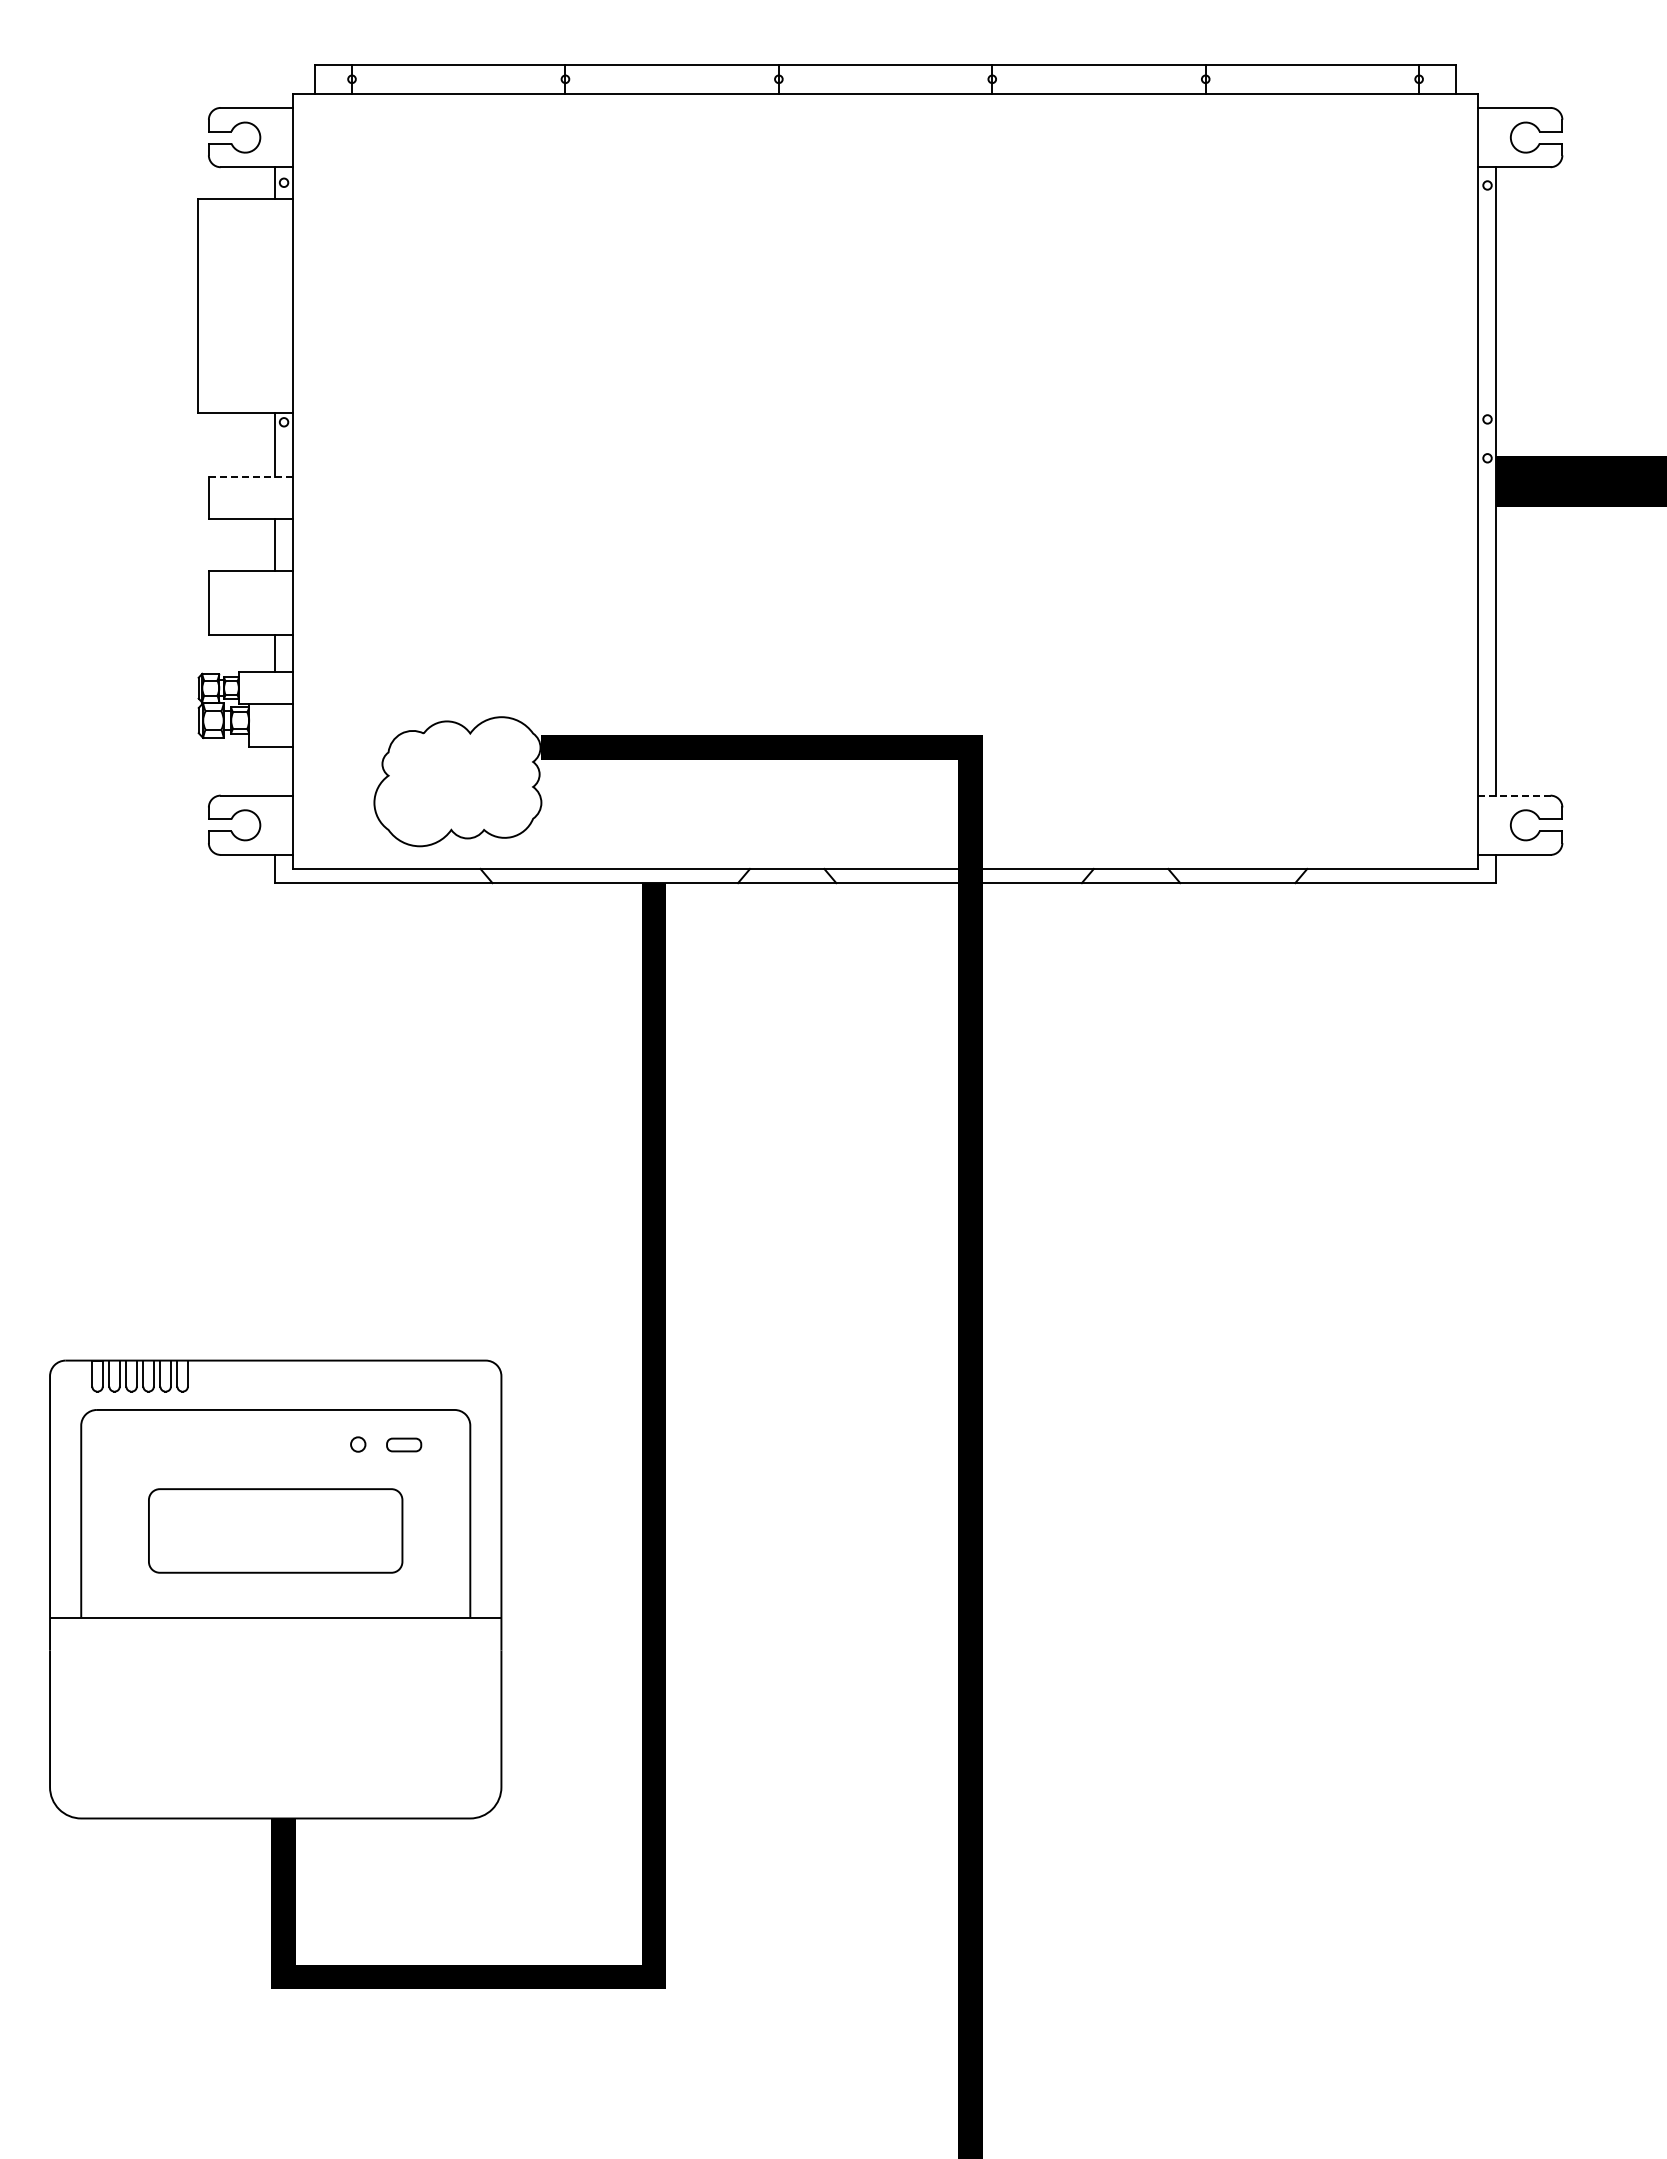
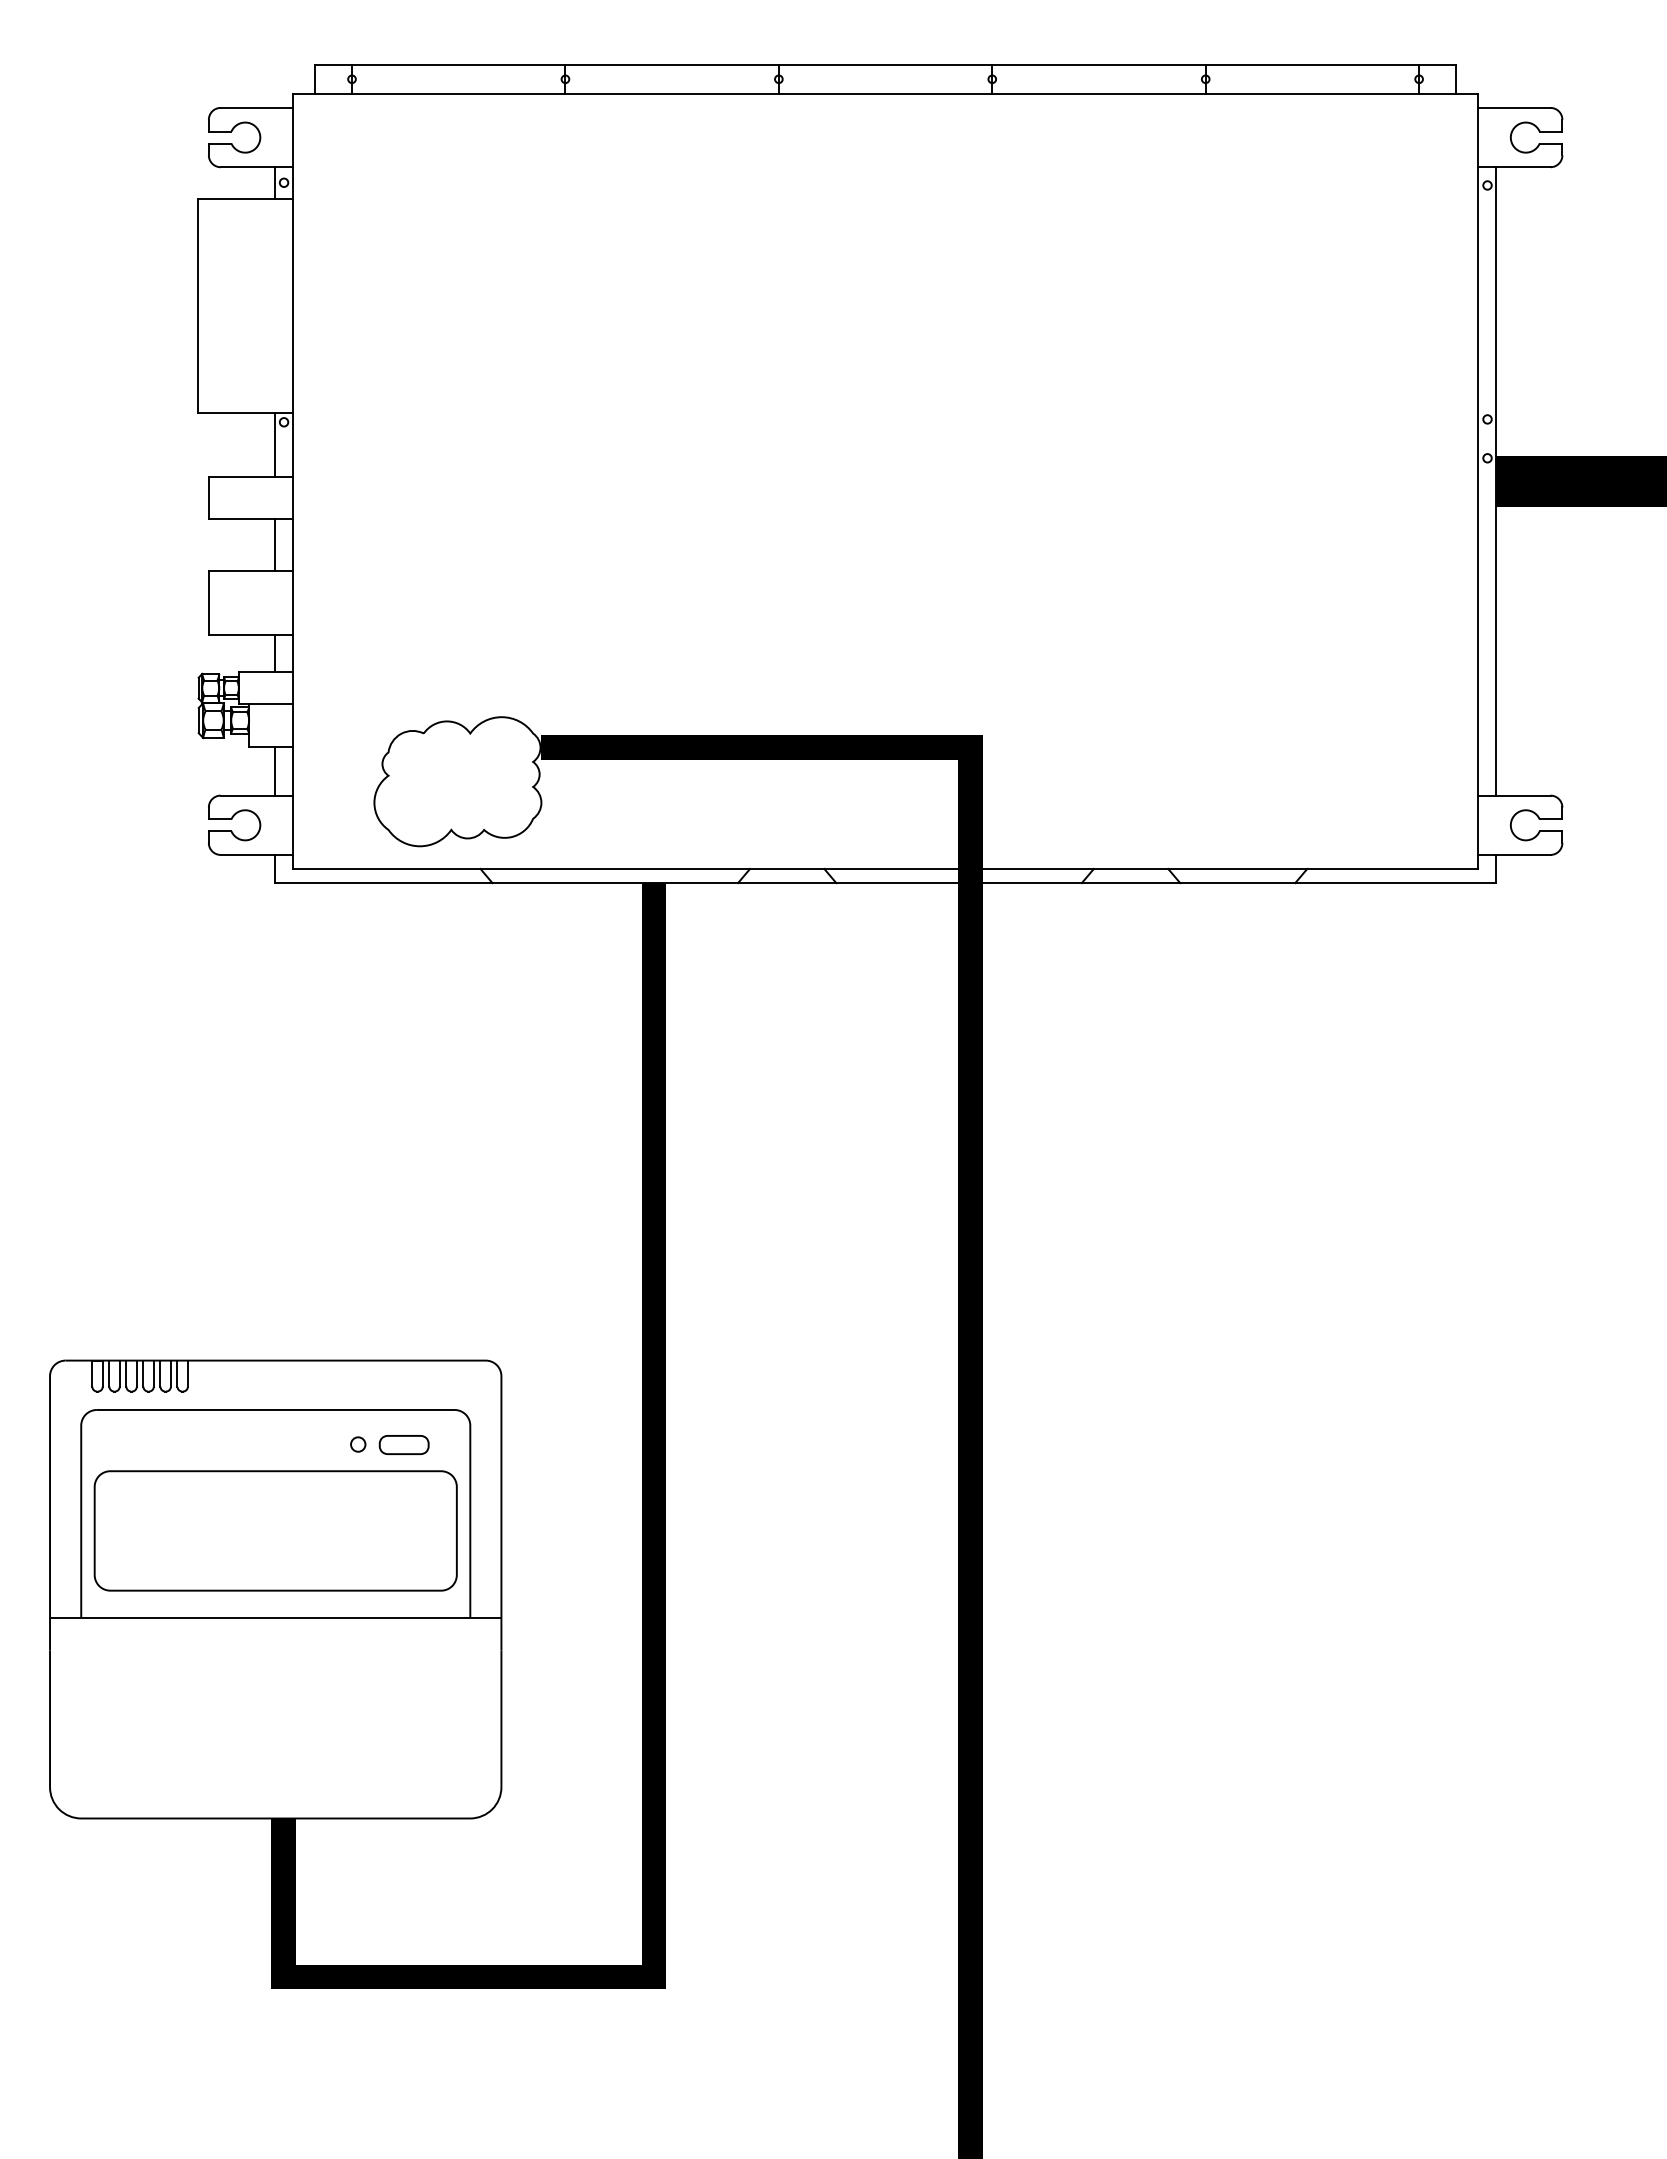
line at (250, 476): dashed -> solid
line at (275, 770): none -> present
line at (1514, 795): dashed -> solid
part at (404, 1444) size: 37x16 px -> 52x20 px
part at (275, 1530) size: 256x86 px -> 365x122 px
